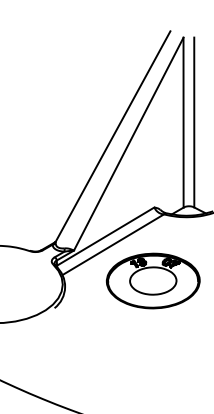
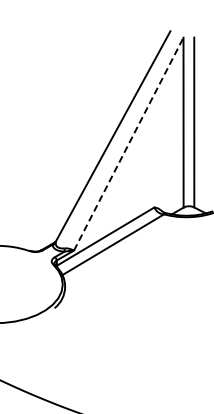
line at (128, 144): solid -> dashed
part at (152, 280): present -> none
